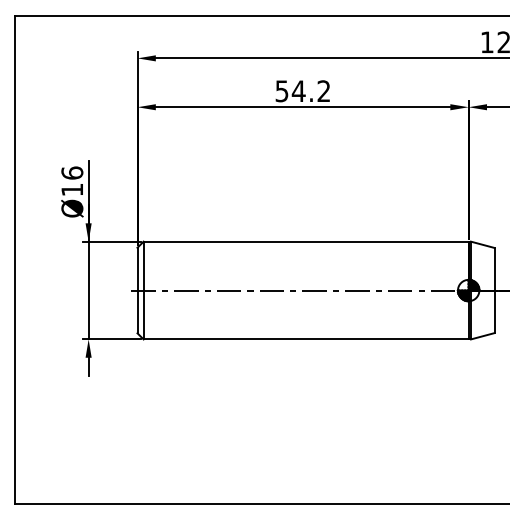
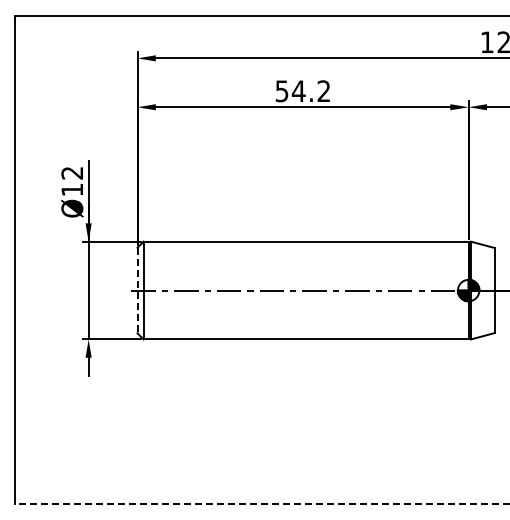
text at (72, 172): Ø16 -> Ø12
line at (137, 290): solid -> dashed
line at (262, 504): solid -> dashed
